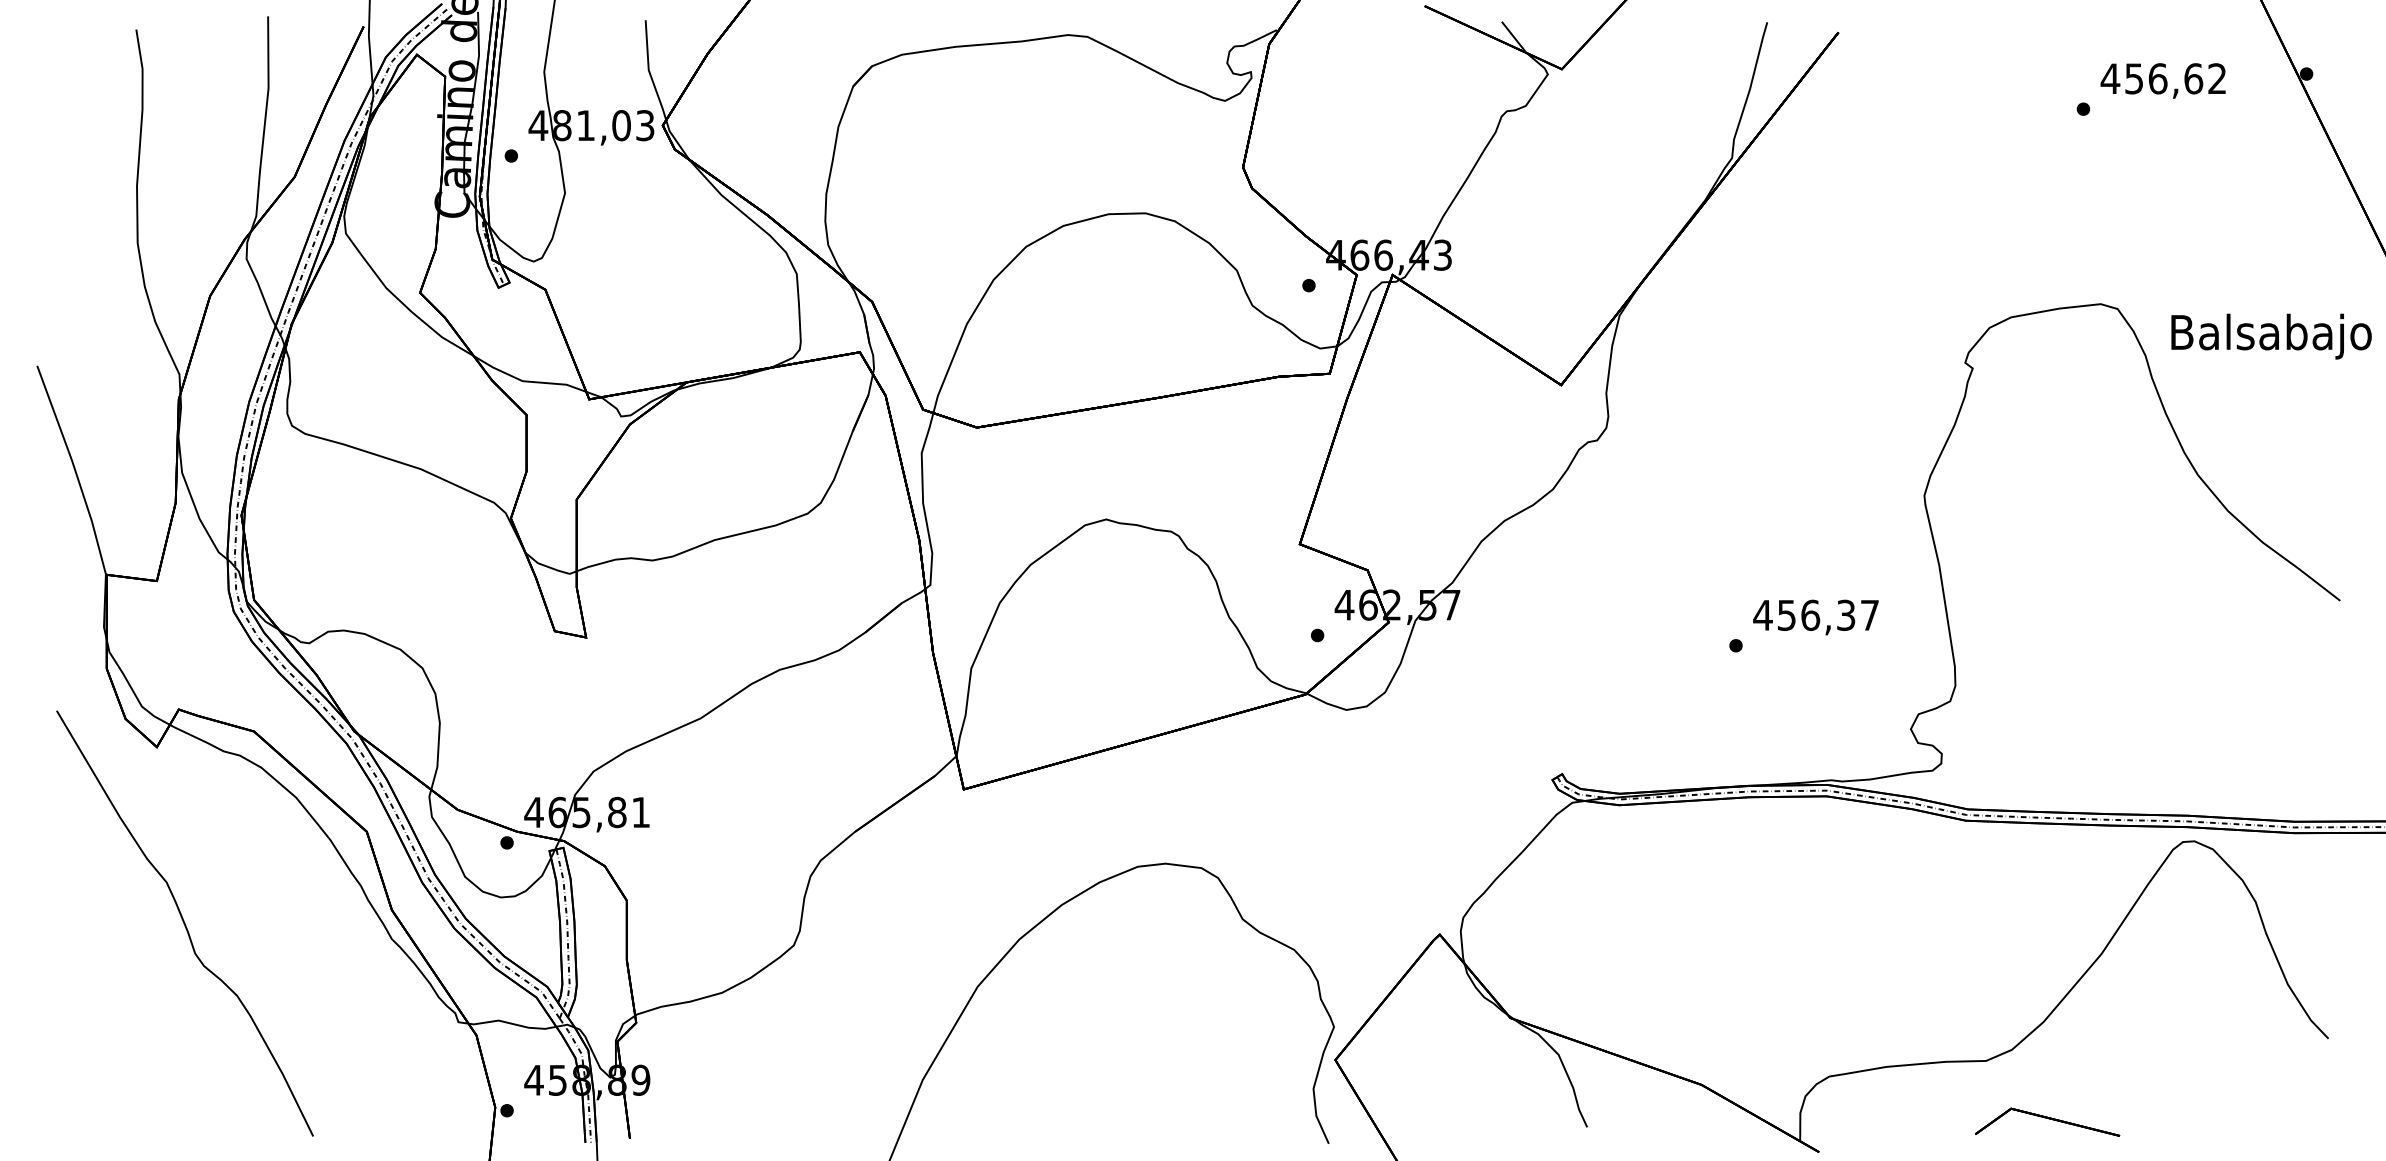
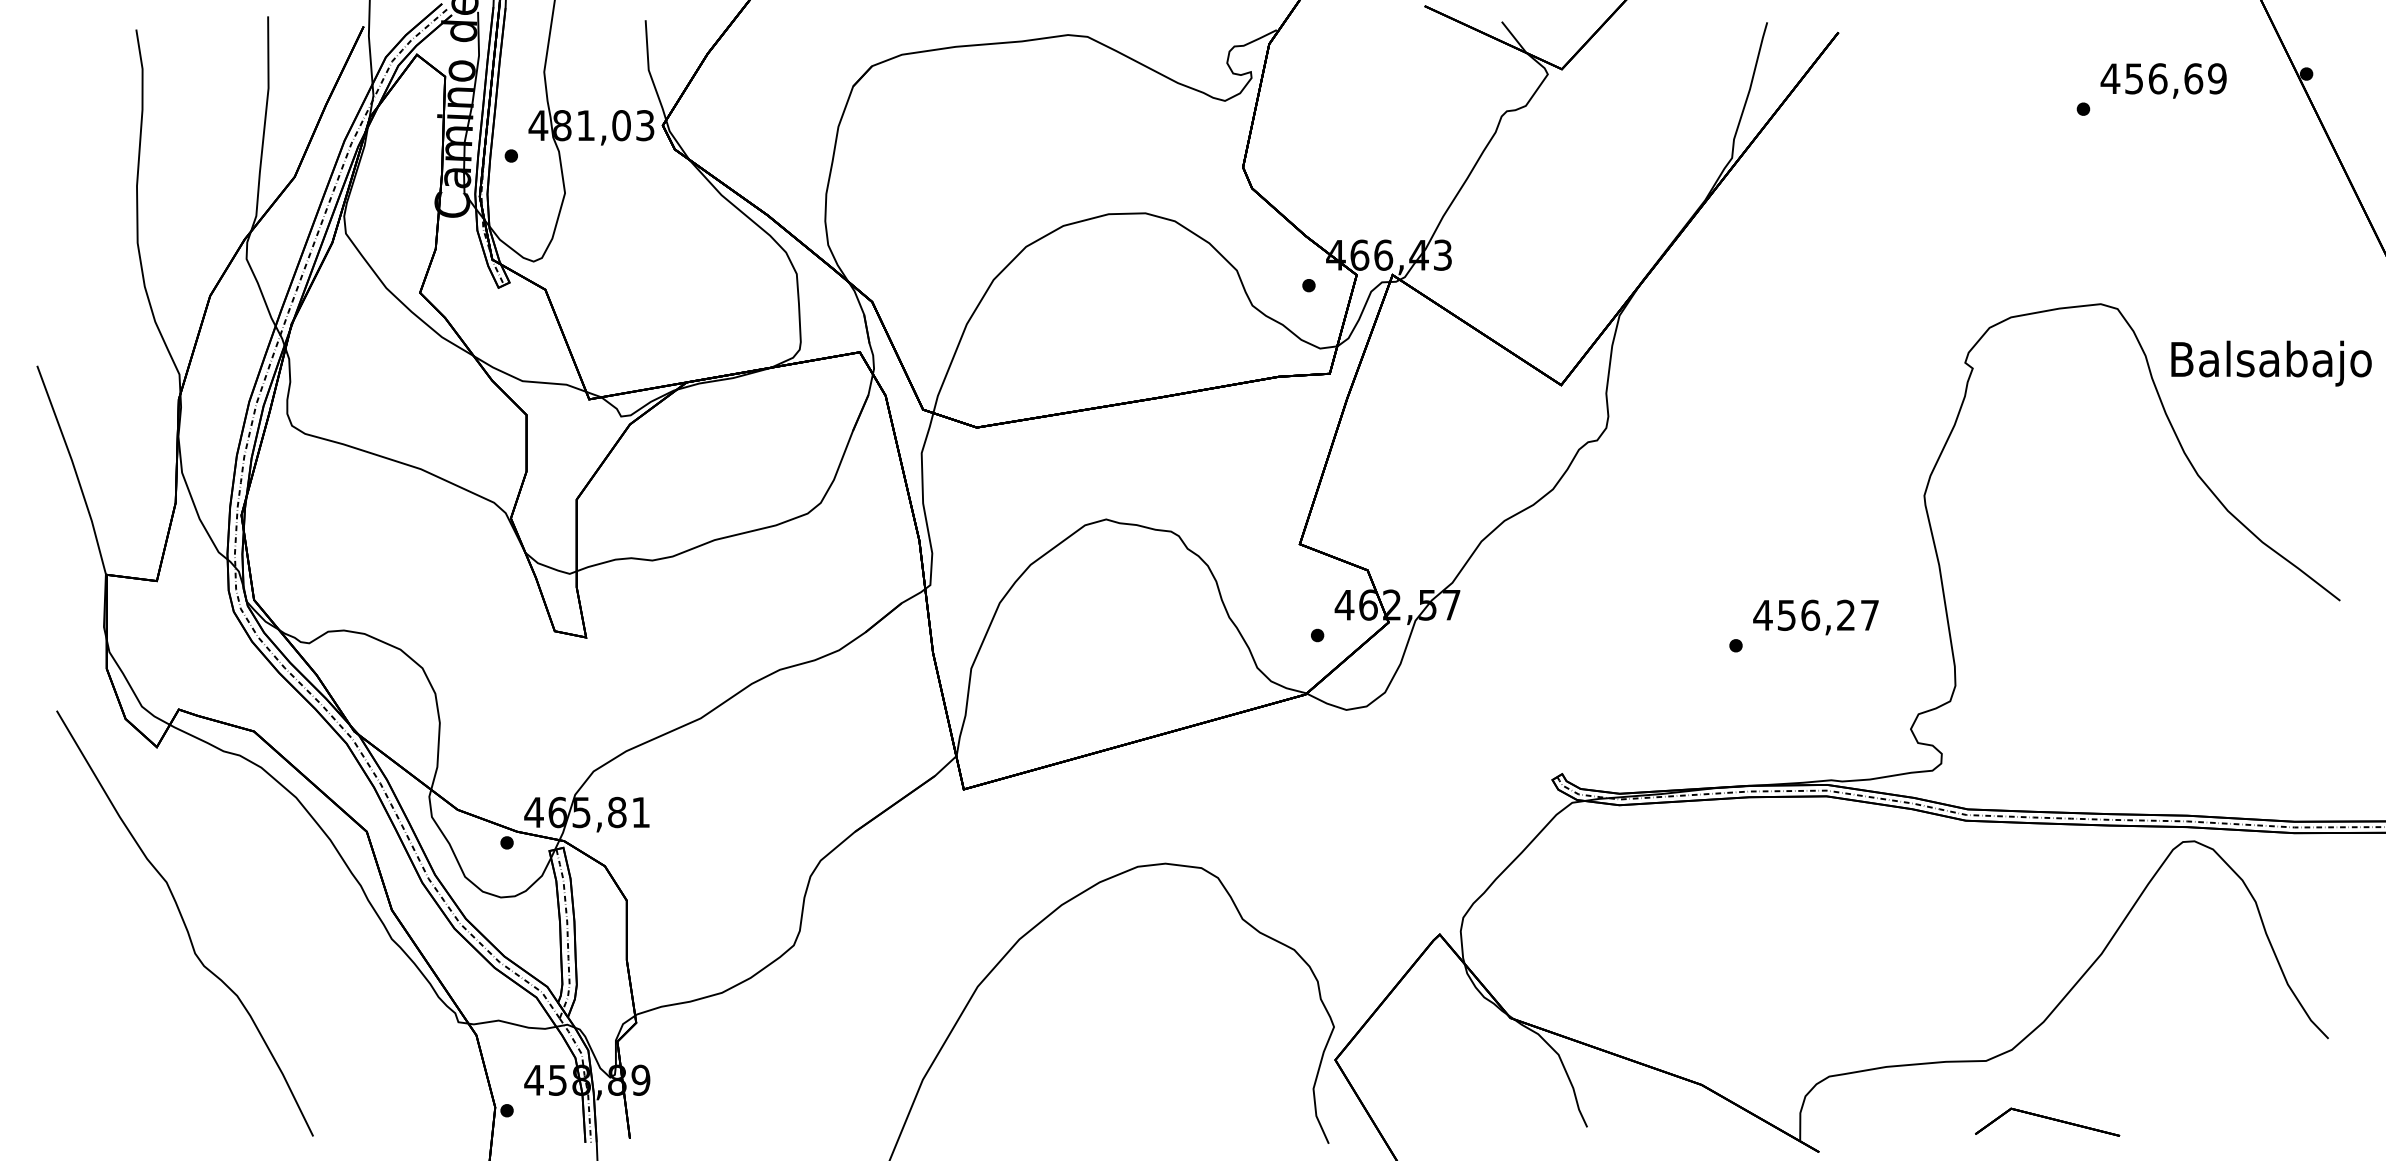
text at (2217, 78): 456,62 -> 456,69
text at (2271, 336) position: (2271, 336) -> (2271, 363)
text at (1846, 615): 456,37 -> 456,27
